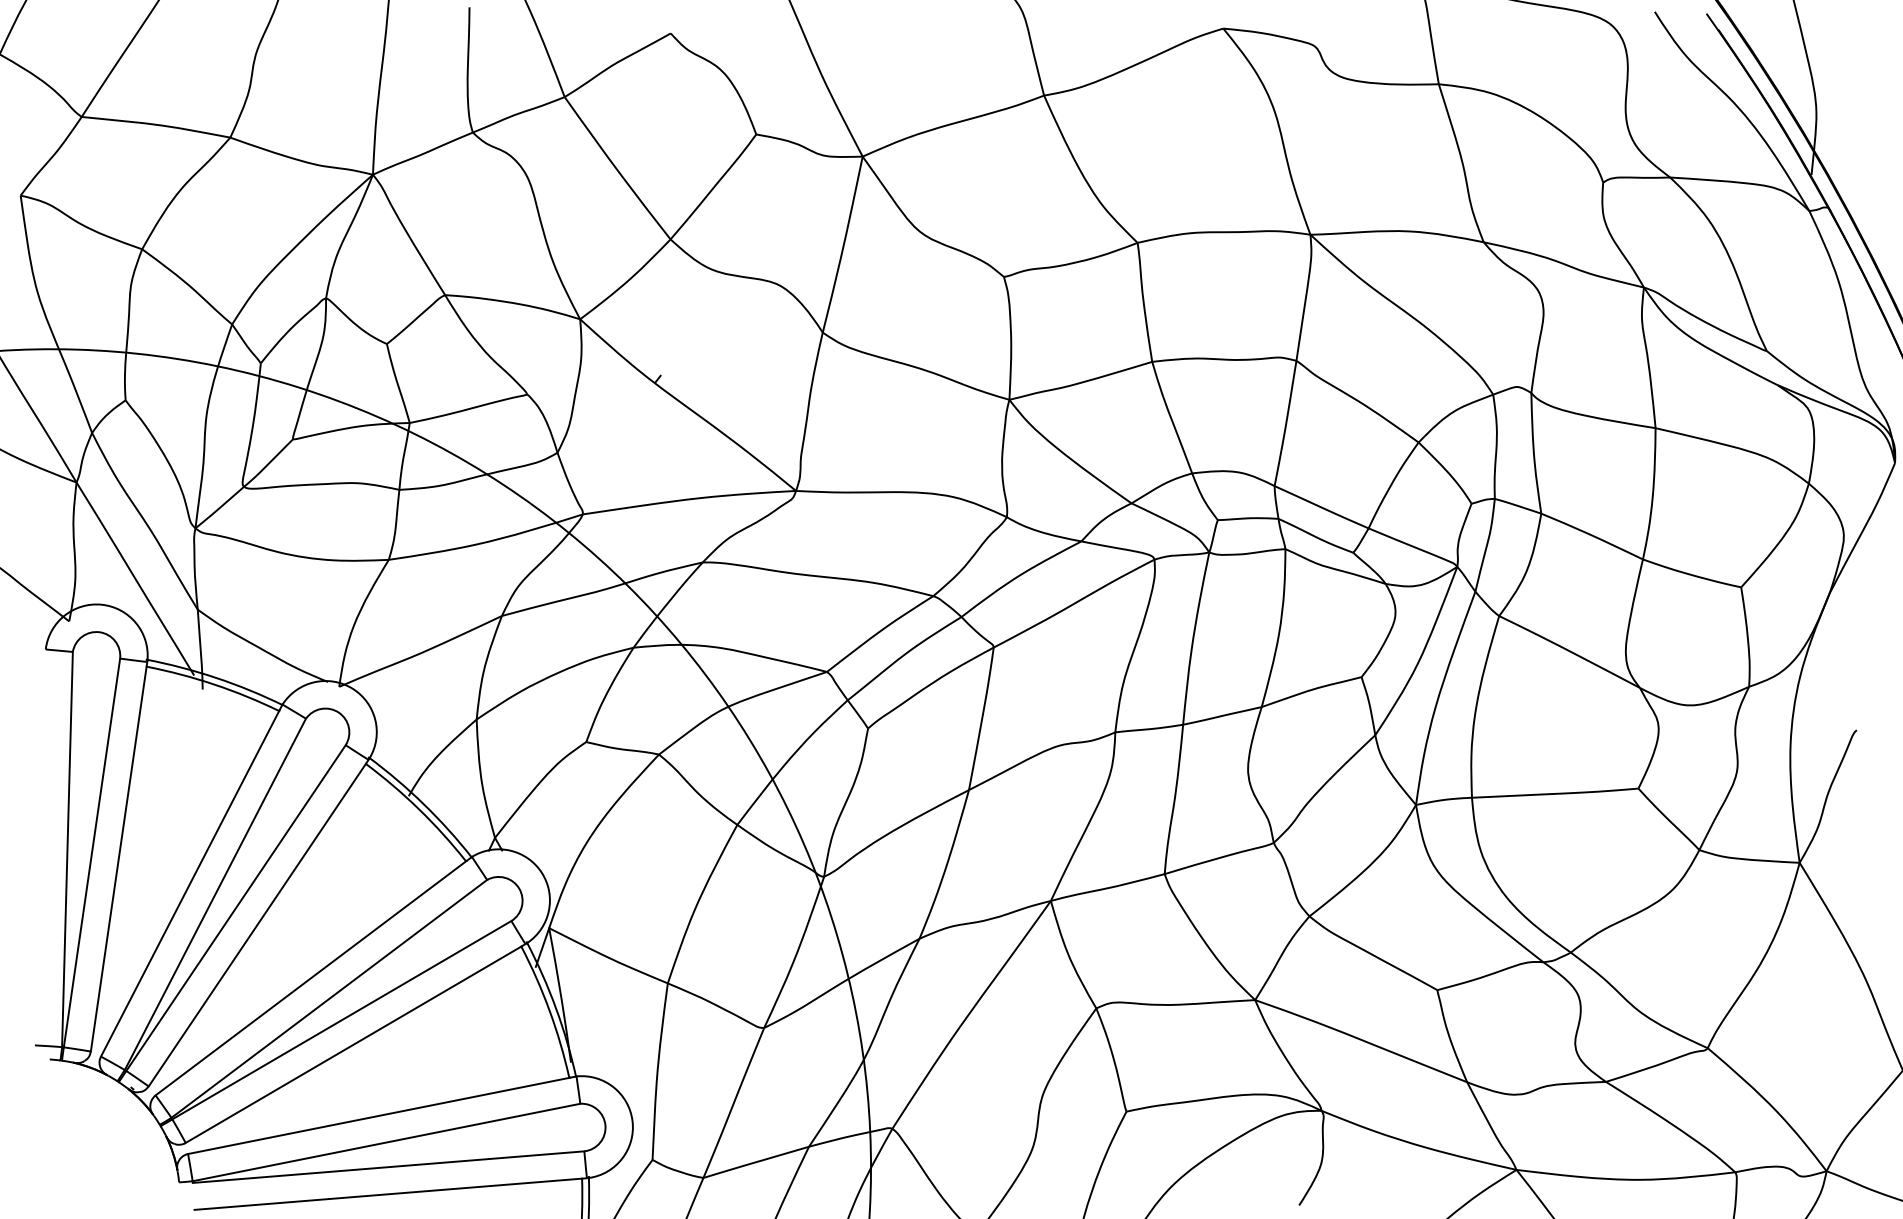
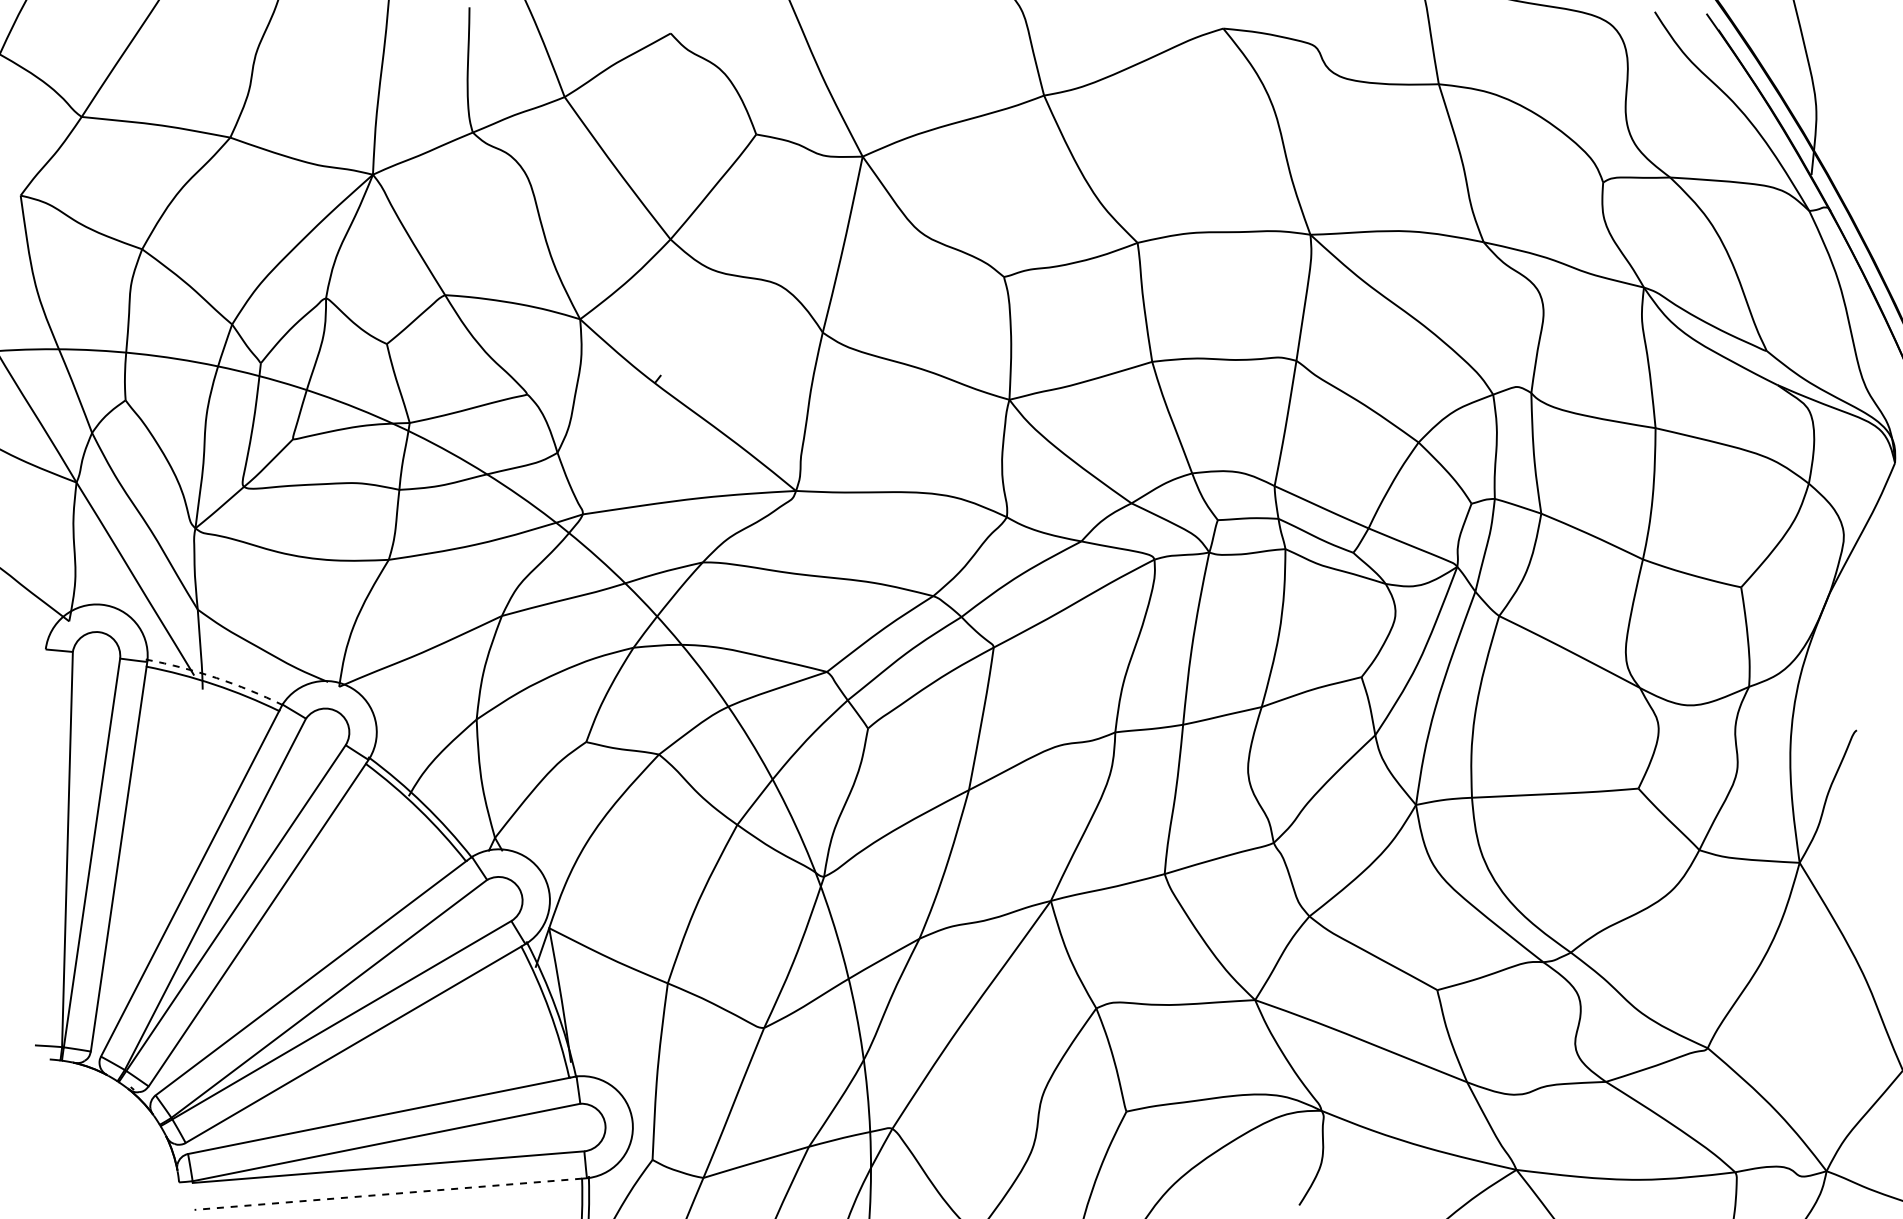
arc at (216, 677): solid -> dashed
line at (387, 1194): solid -> dashed
